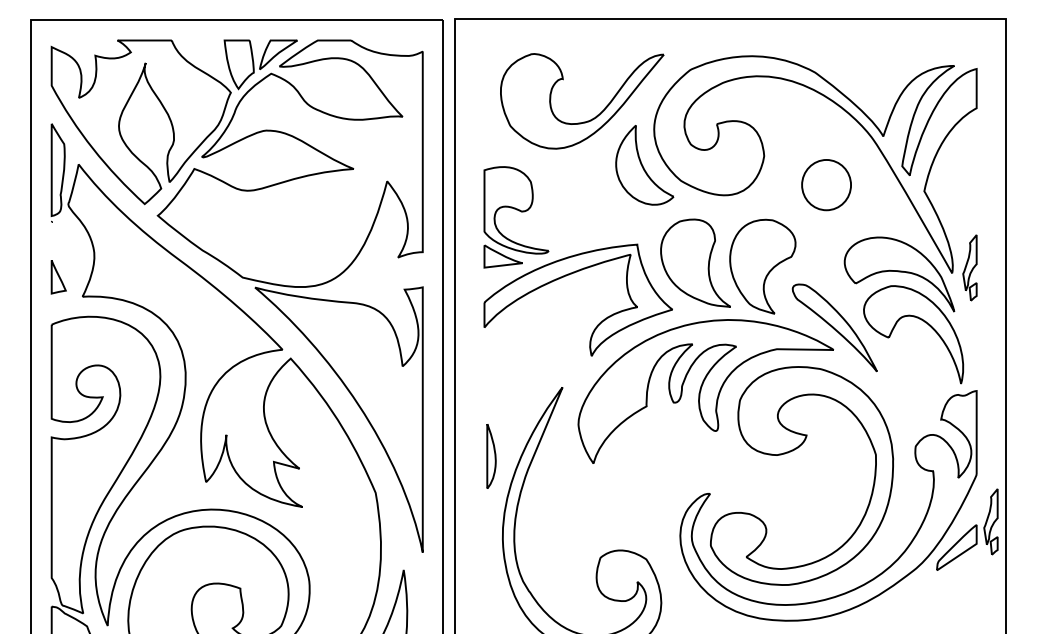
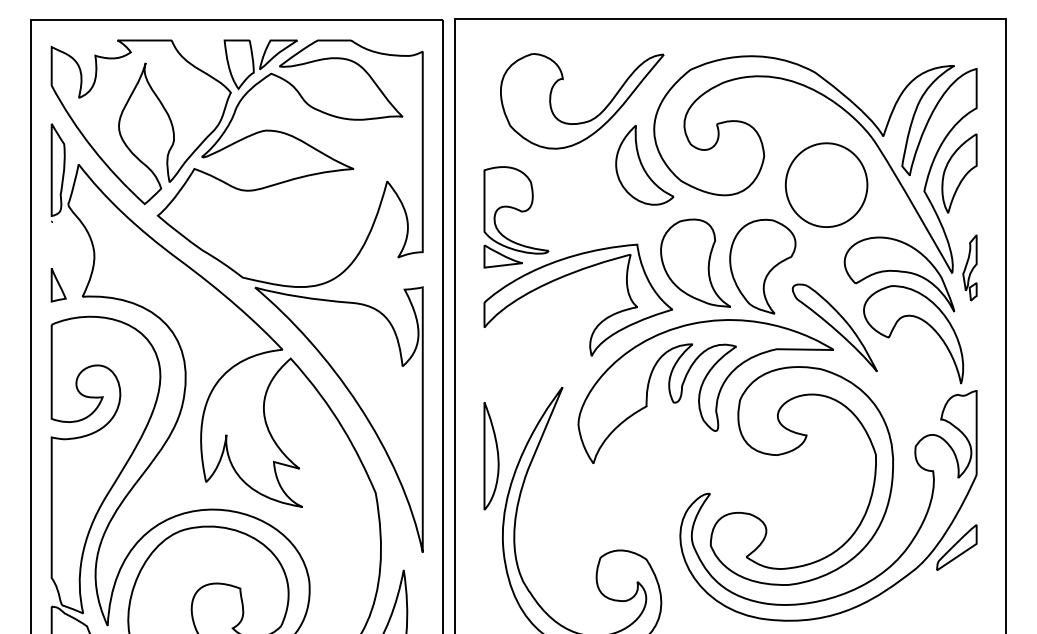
part at (959, 173): none -> present
part at (826, 185) size: 51x53 px -> 85x86 px
part at (58, 277) position: (58, 277) -> (58, 285)
part at (491, 456) size: 11x65 px -> 17x109 px
part at (990, 521): present -> none
